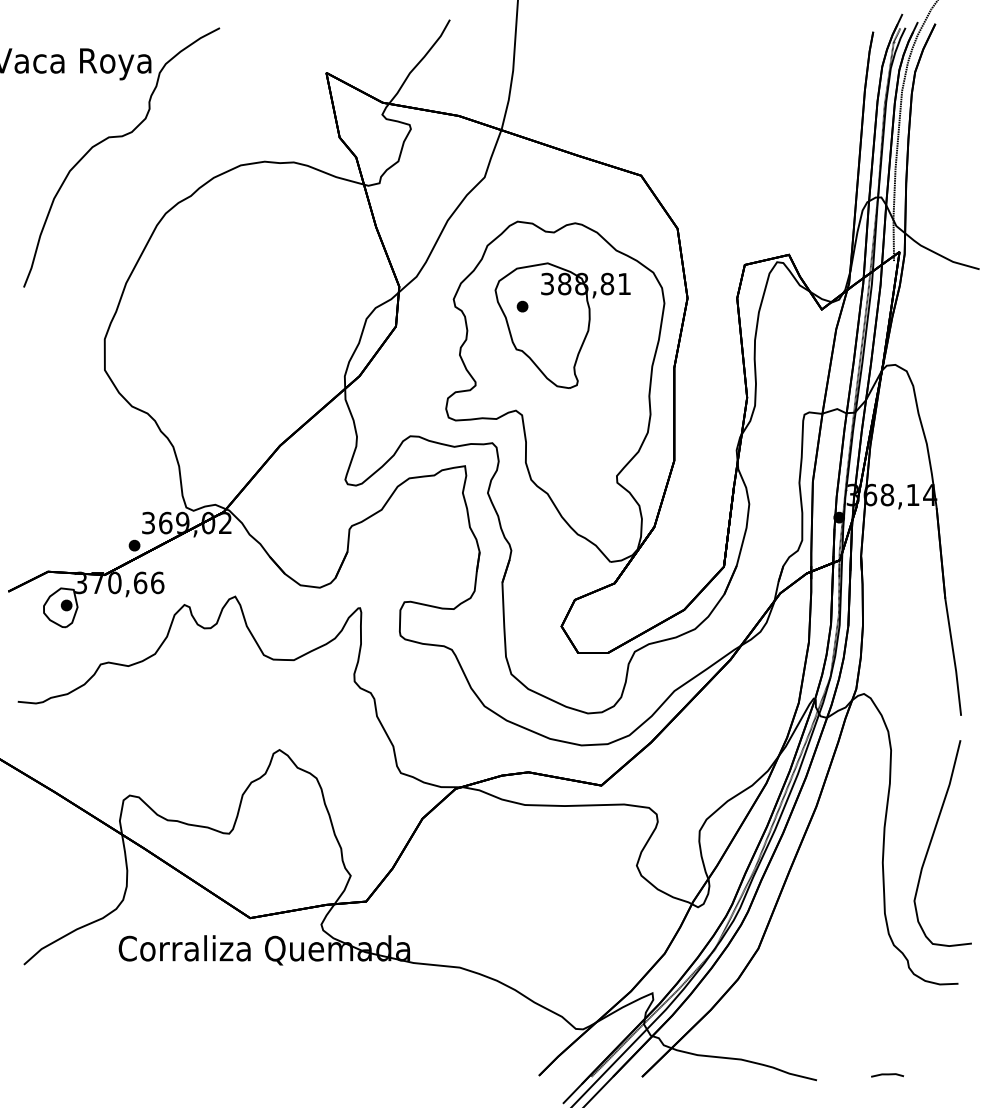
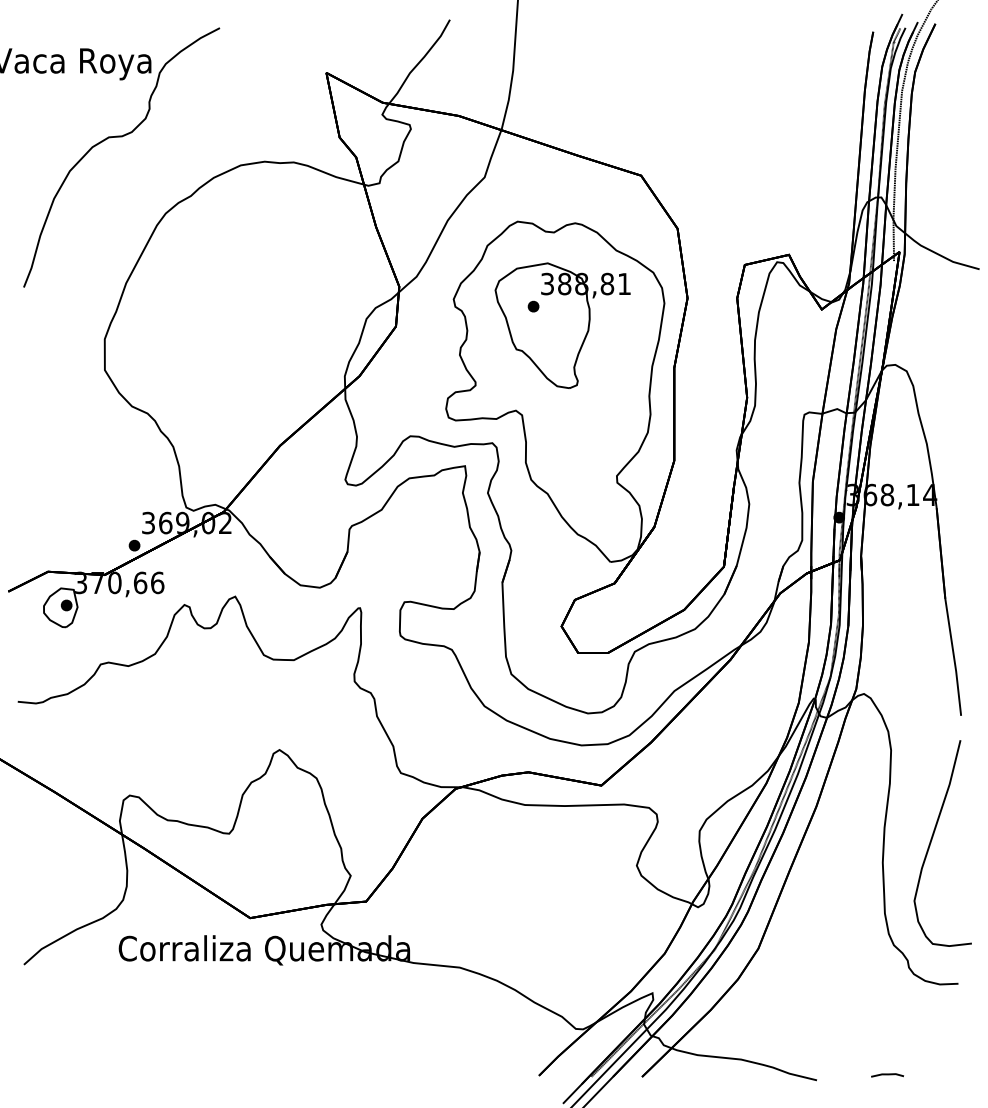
part at (522, 306) position: (522, 306) -> (533, 306)
